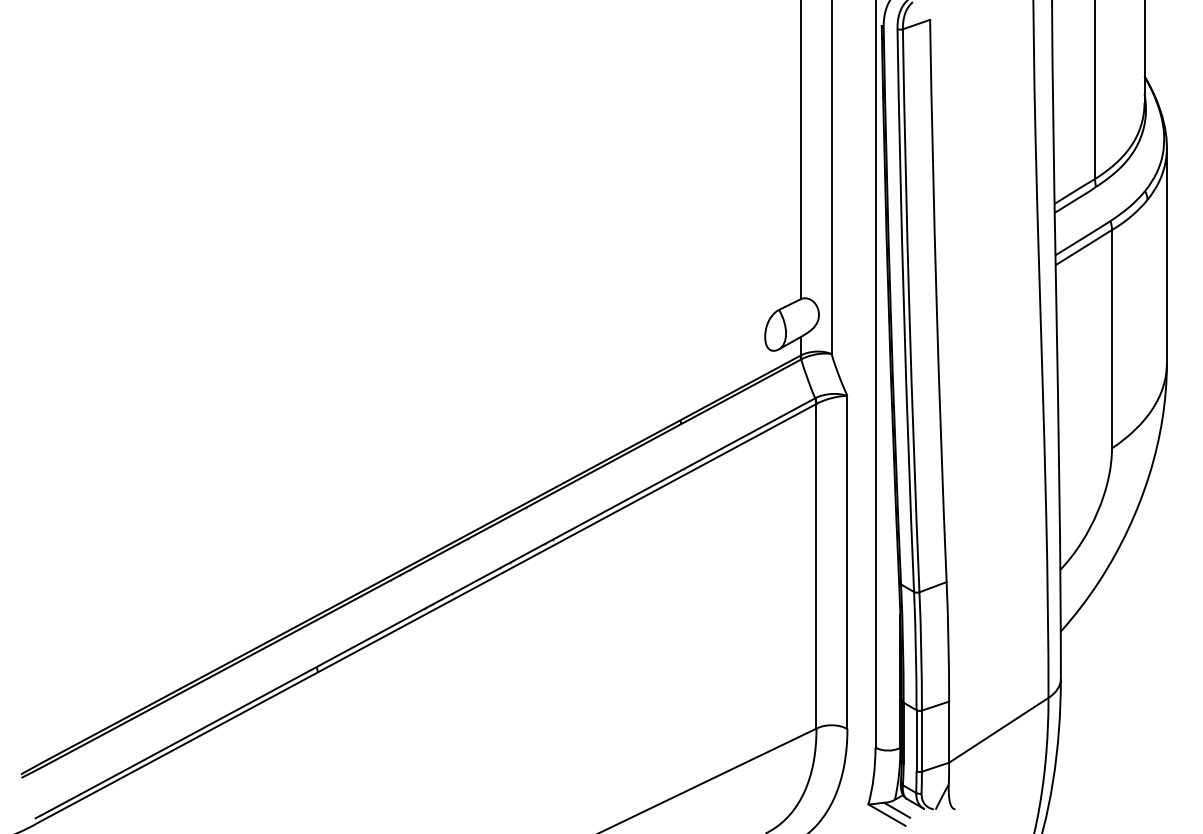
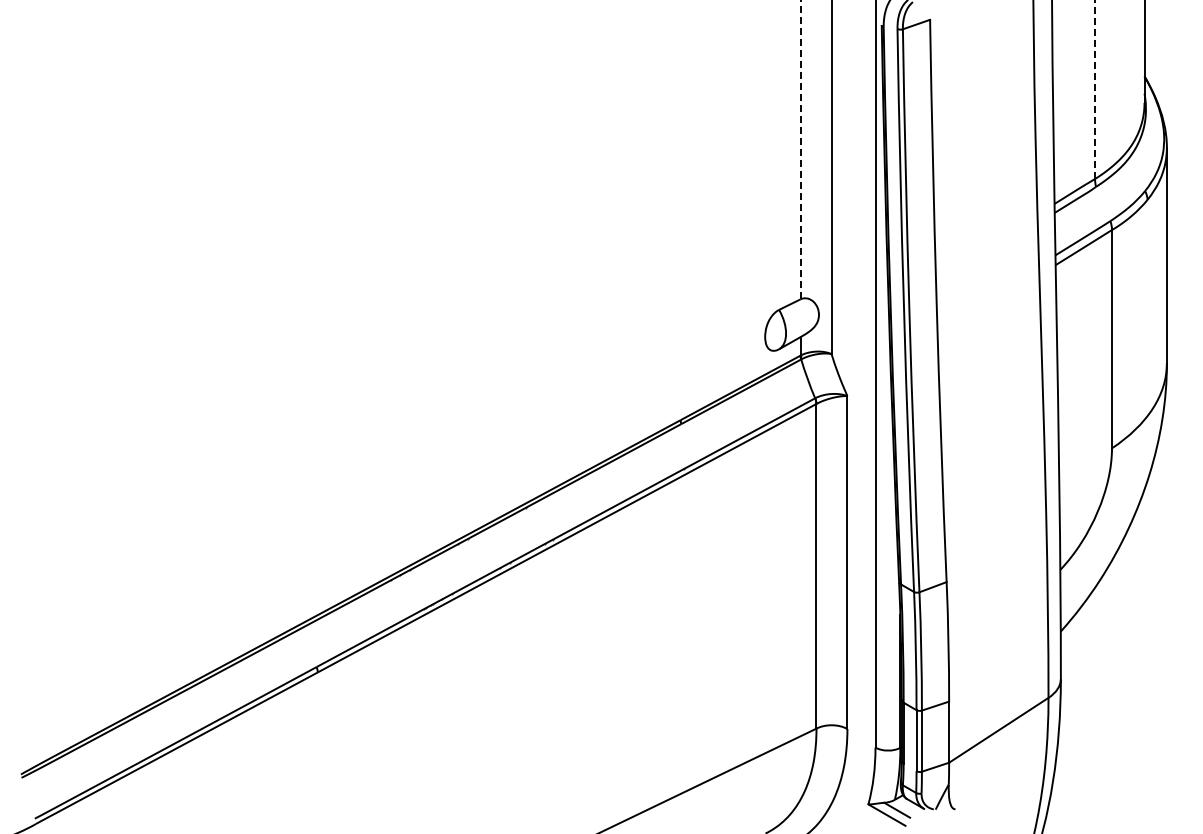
line at (1095, 89): solid -> dashed
line at (800, 149): solid -> dashed
